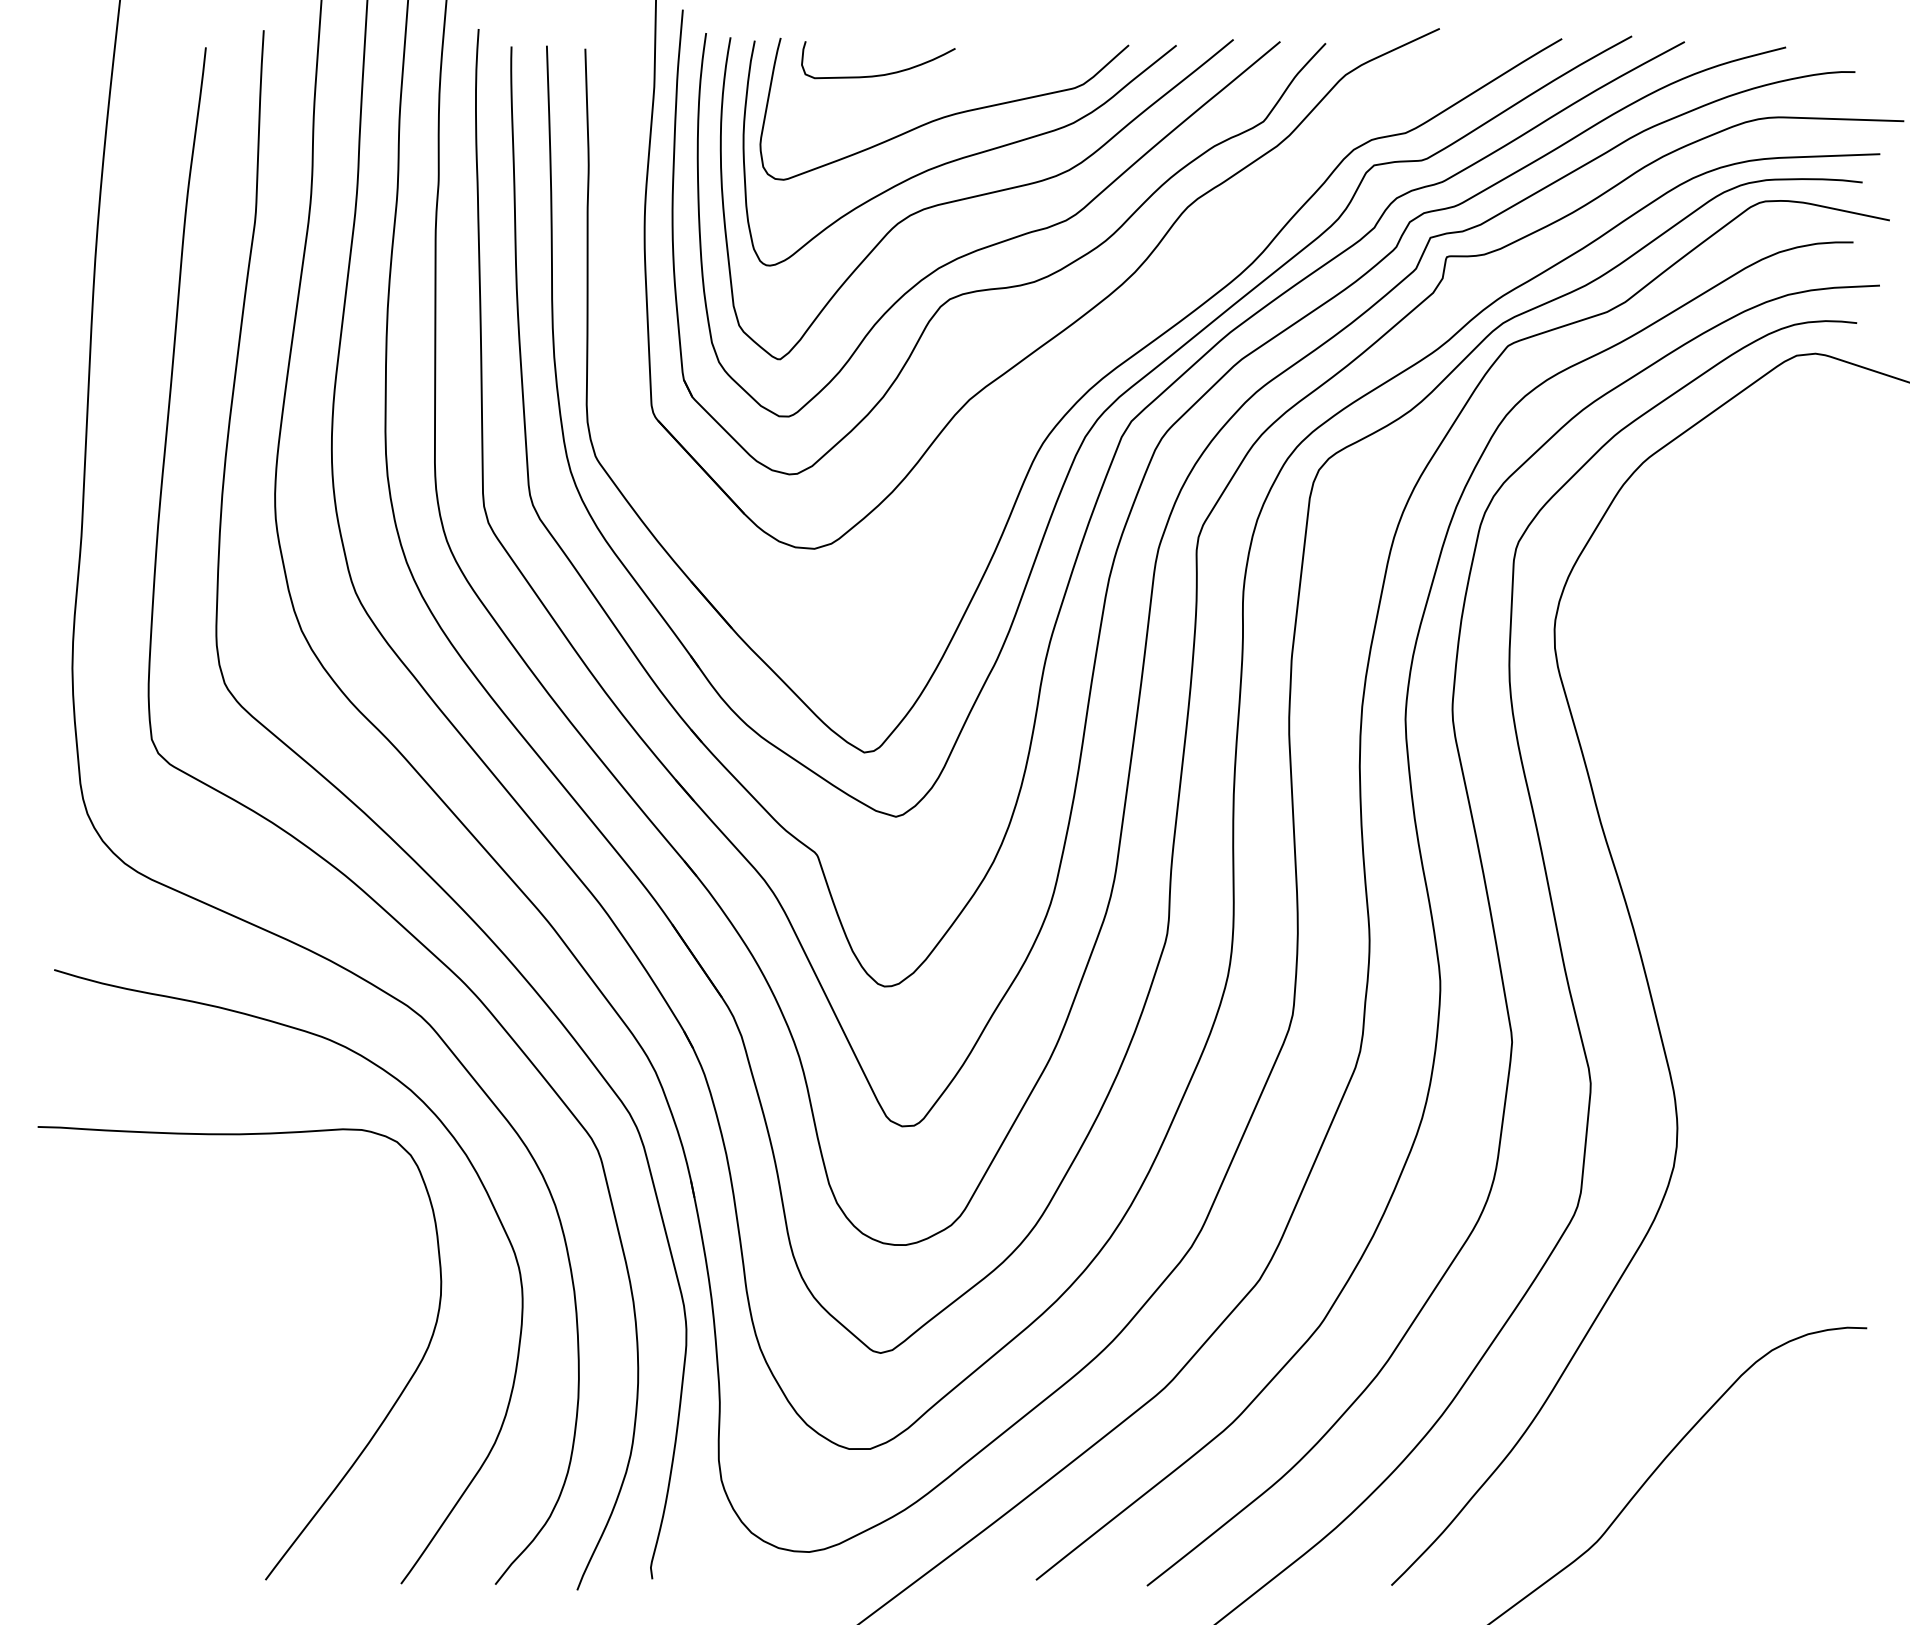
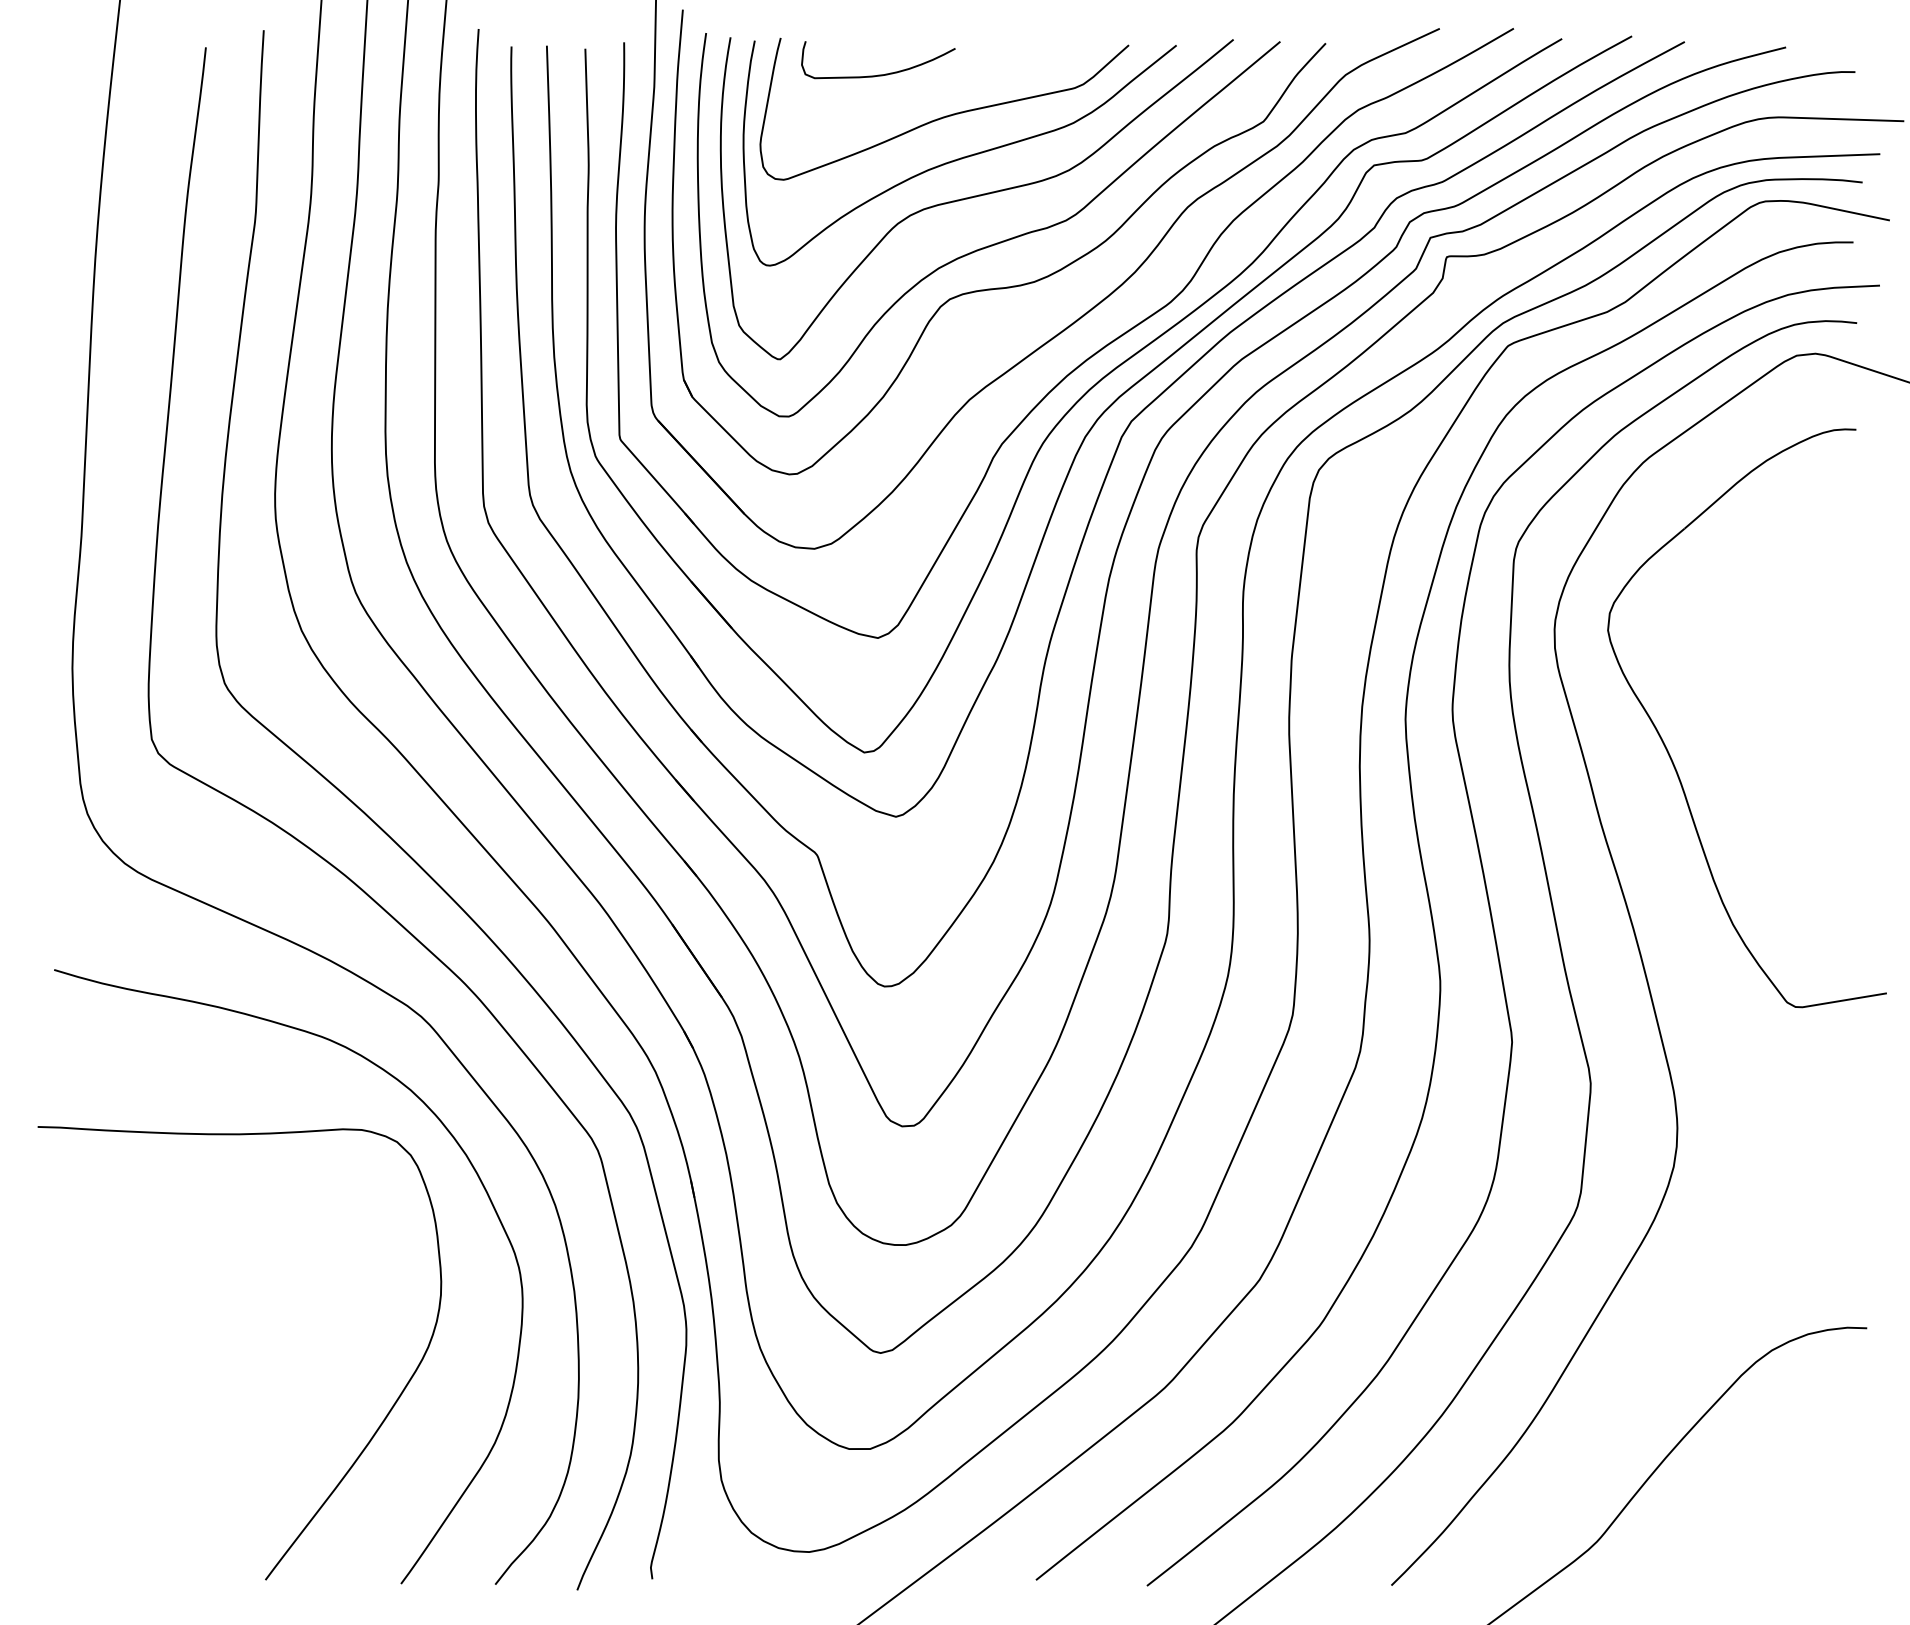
part at (1085, 359): none -> present
part at (1670, 754): none -> present
